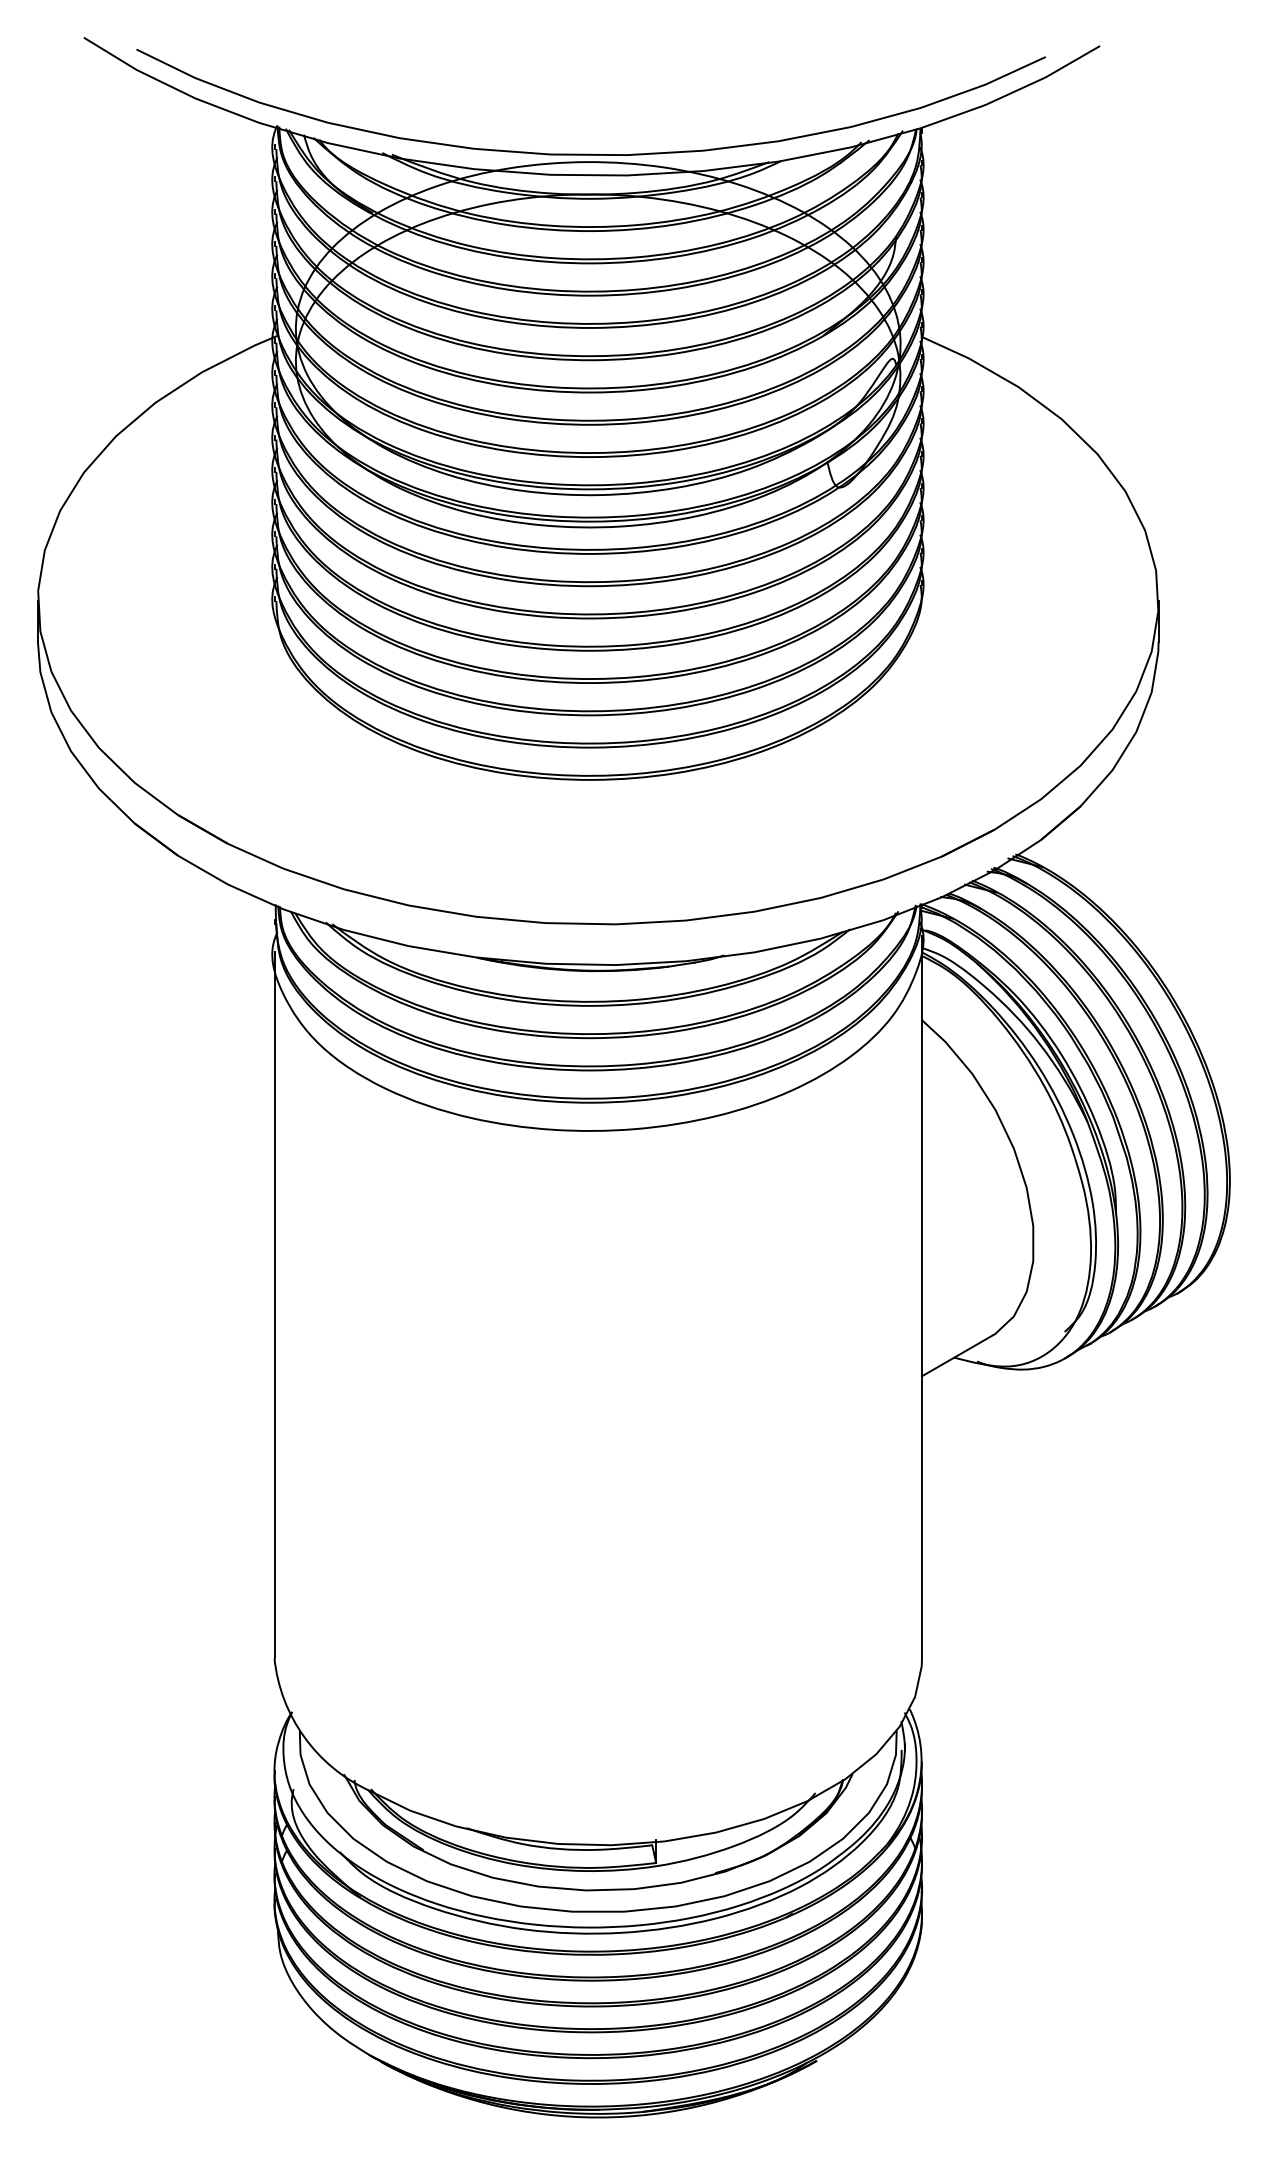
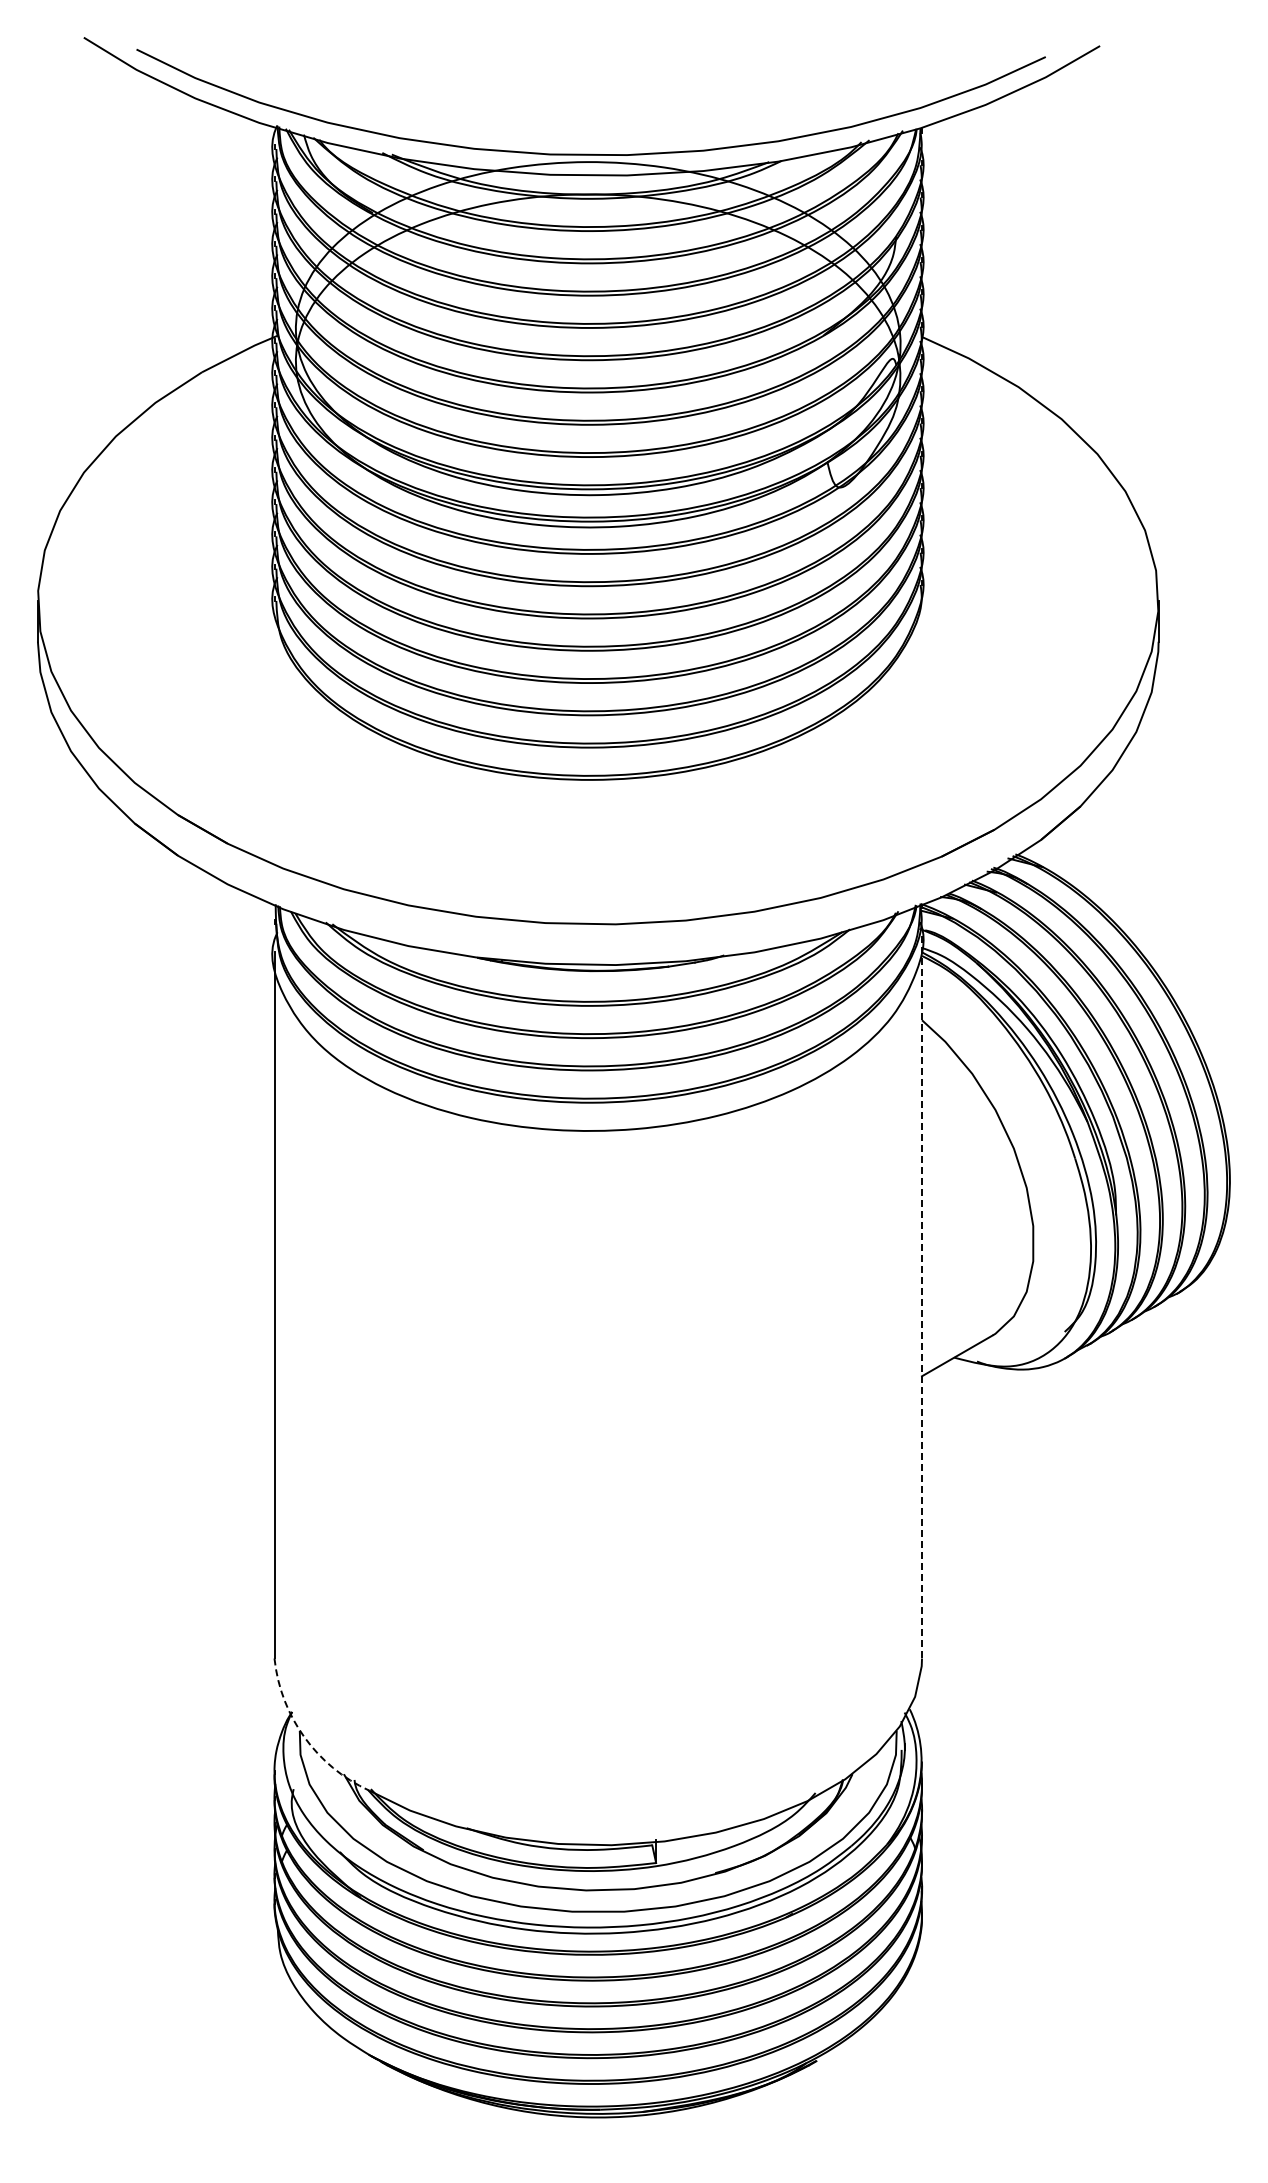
line at (922, 1296): solid -> dashed
arc at (304, 1737): solid -> dashed
